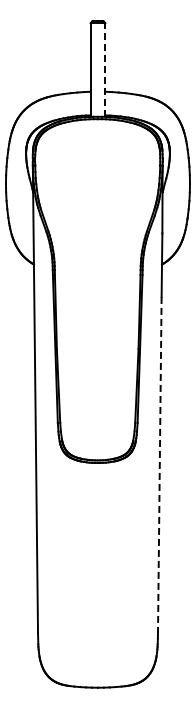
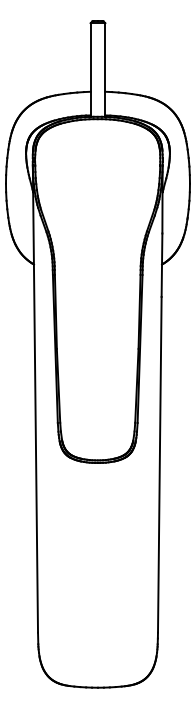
line at (105, 70): dashed -> solid
line at (159, 464): dashed -> solid
